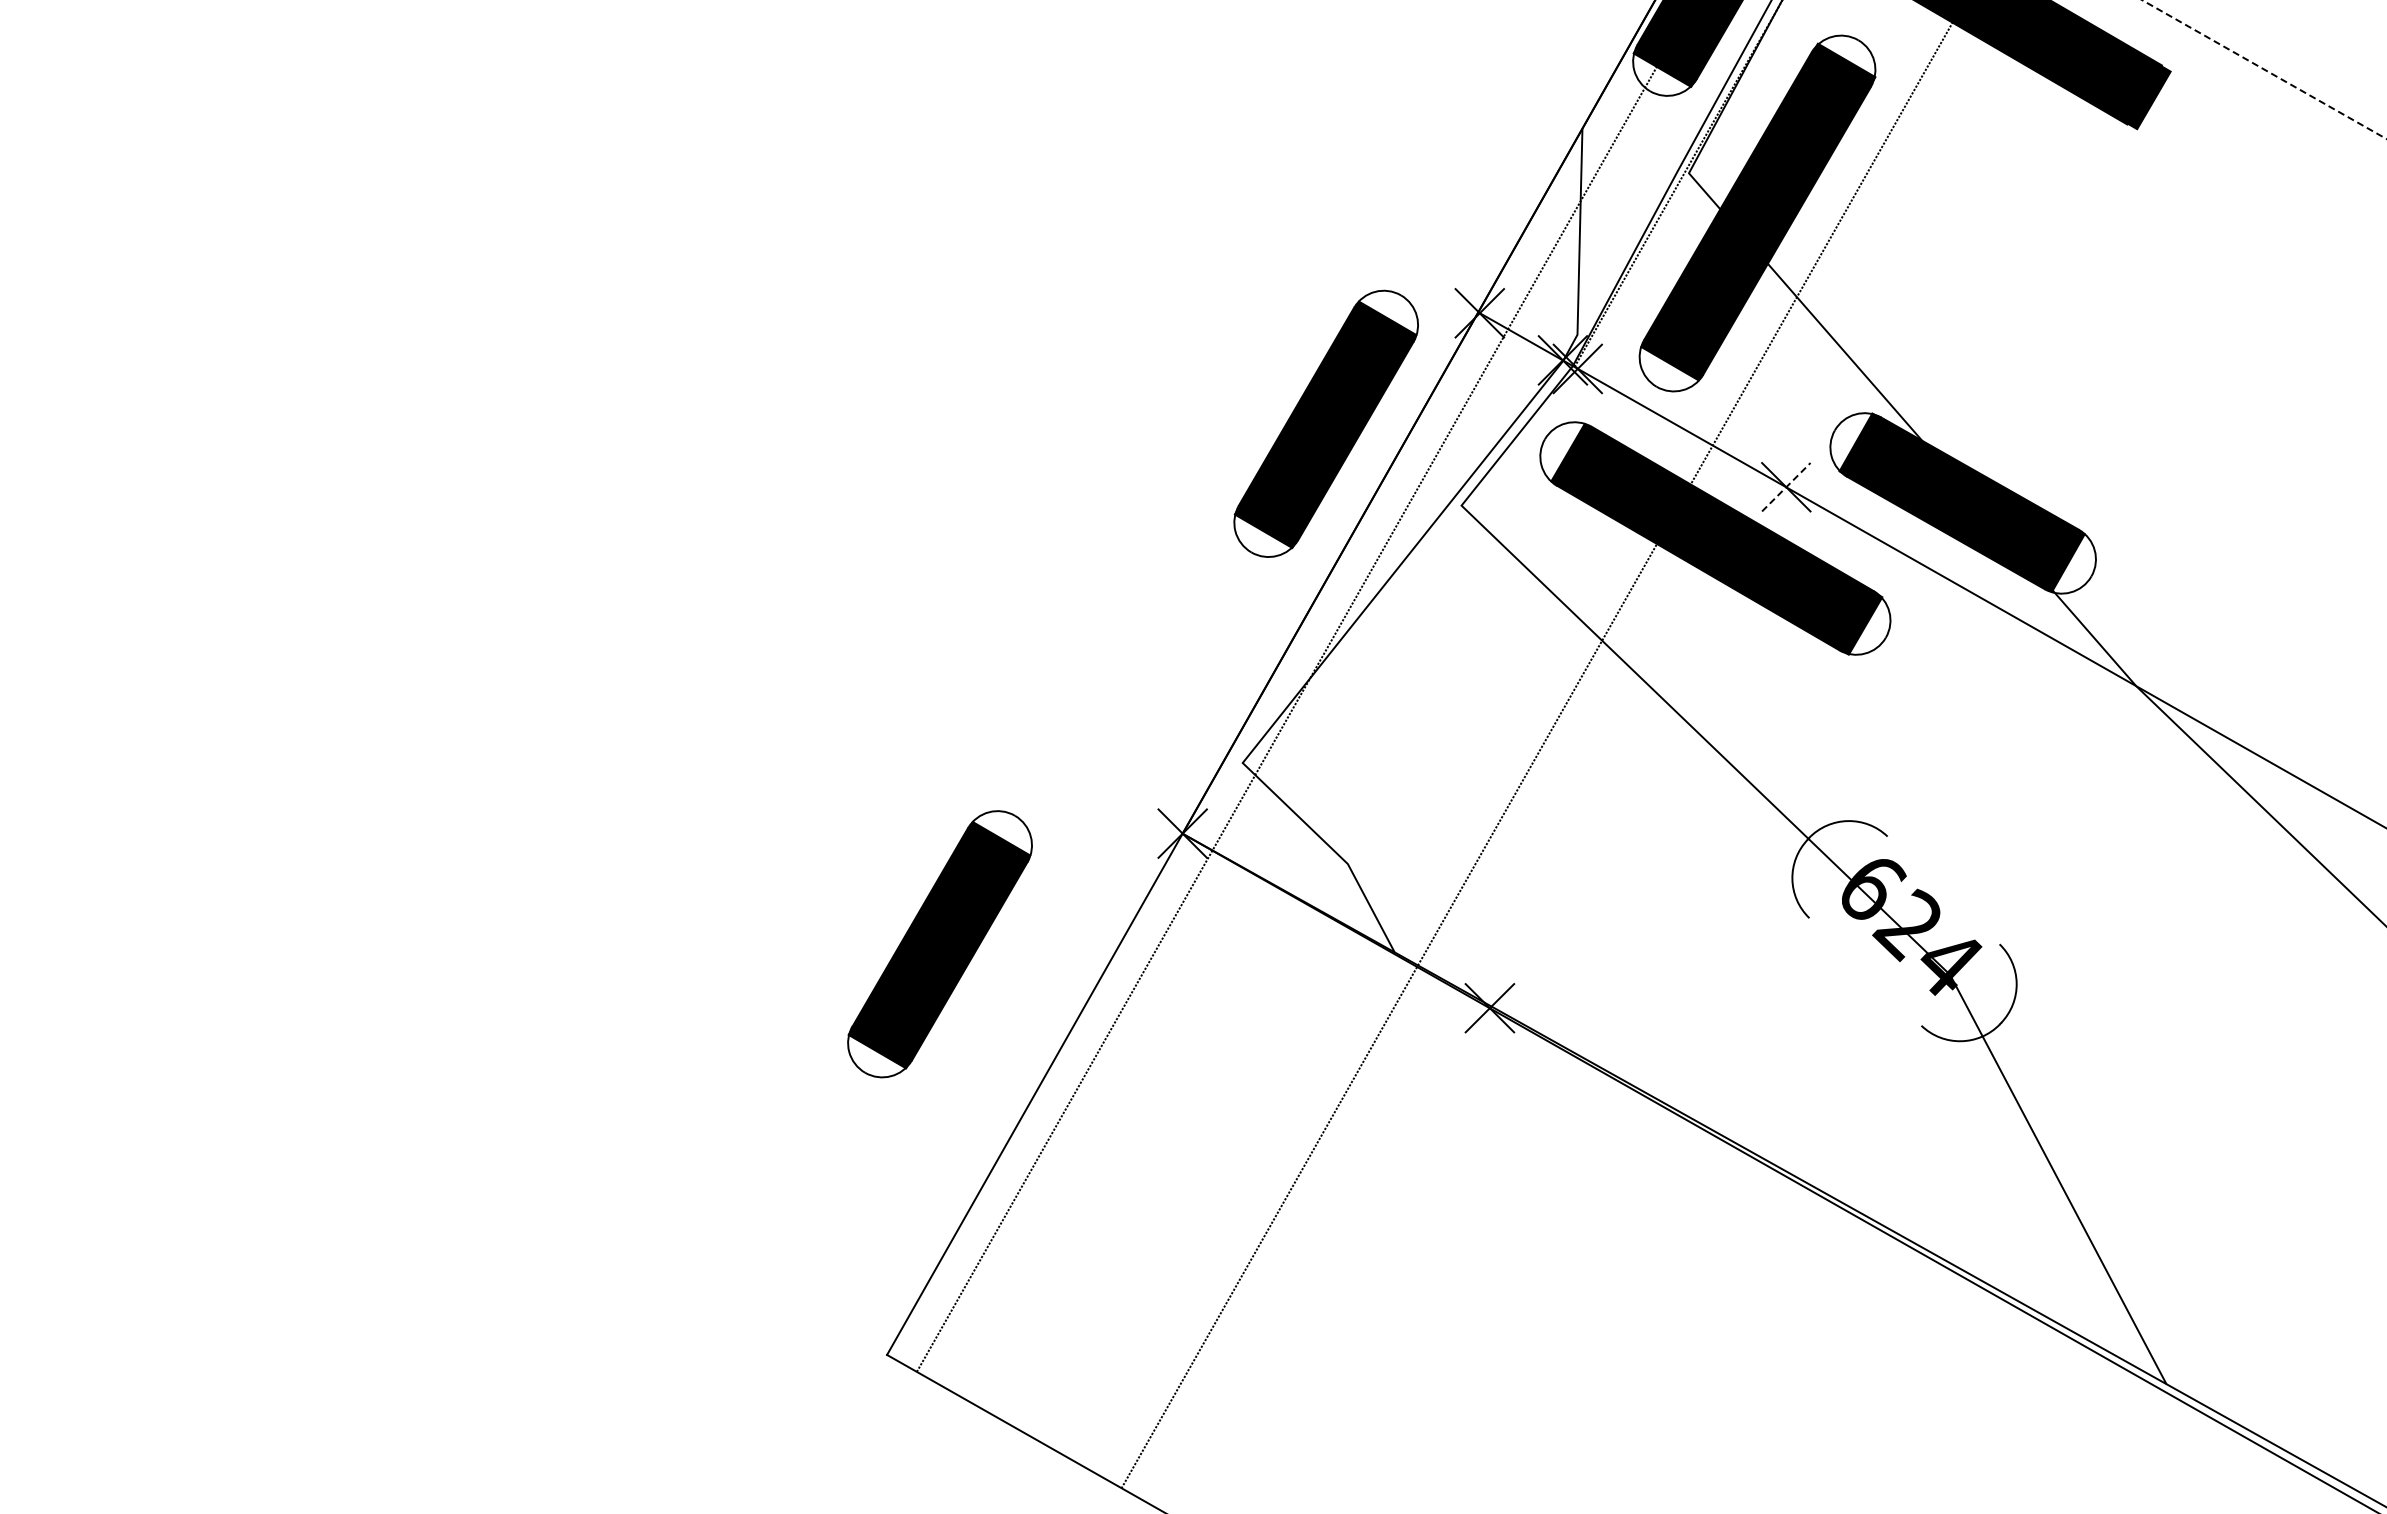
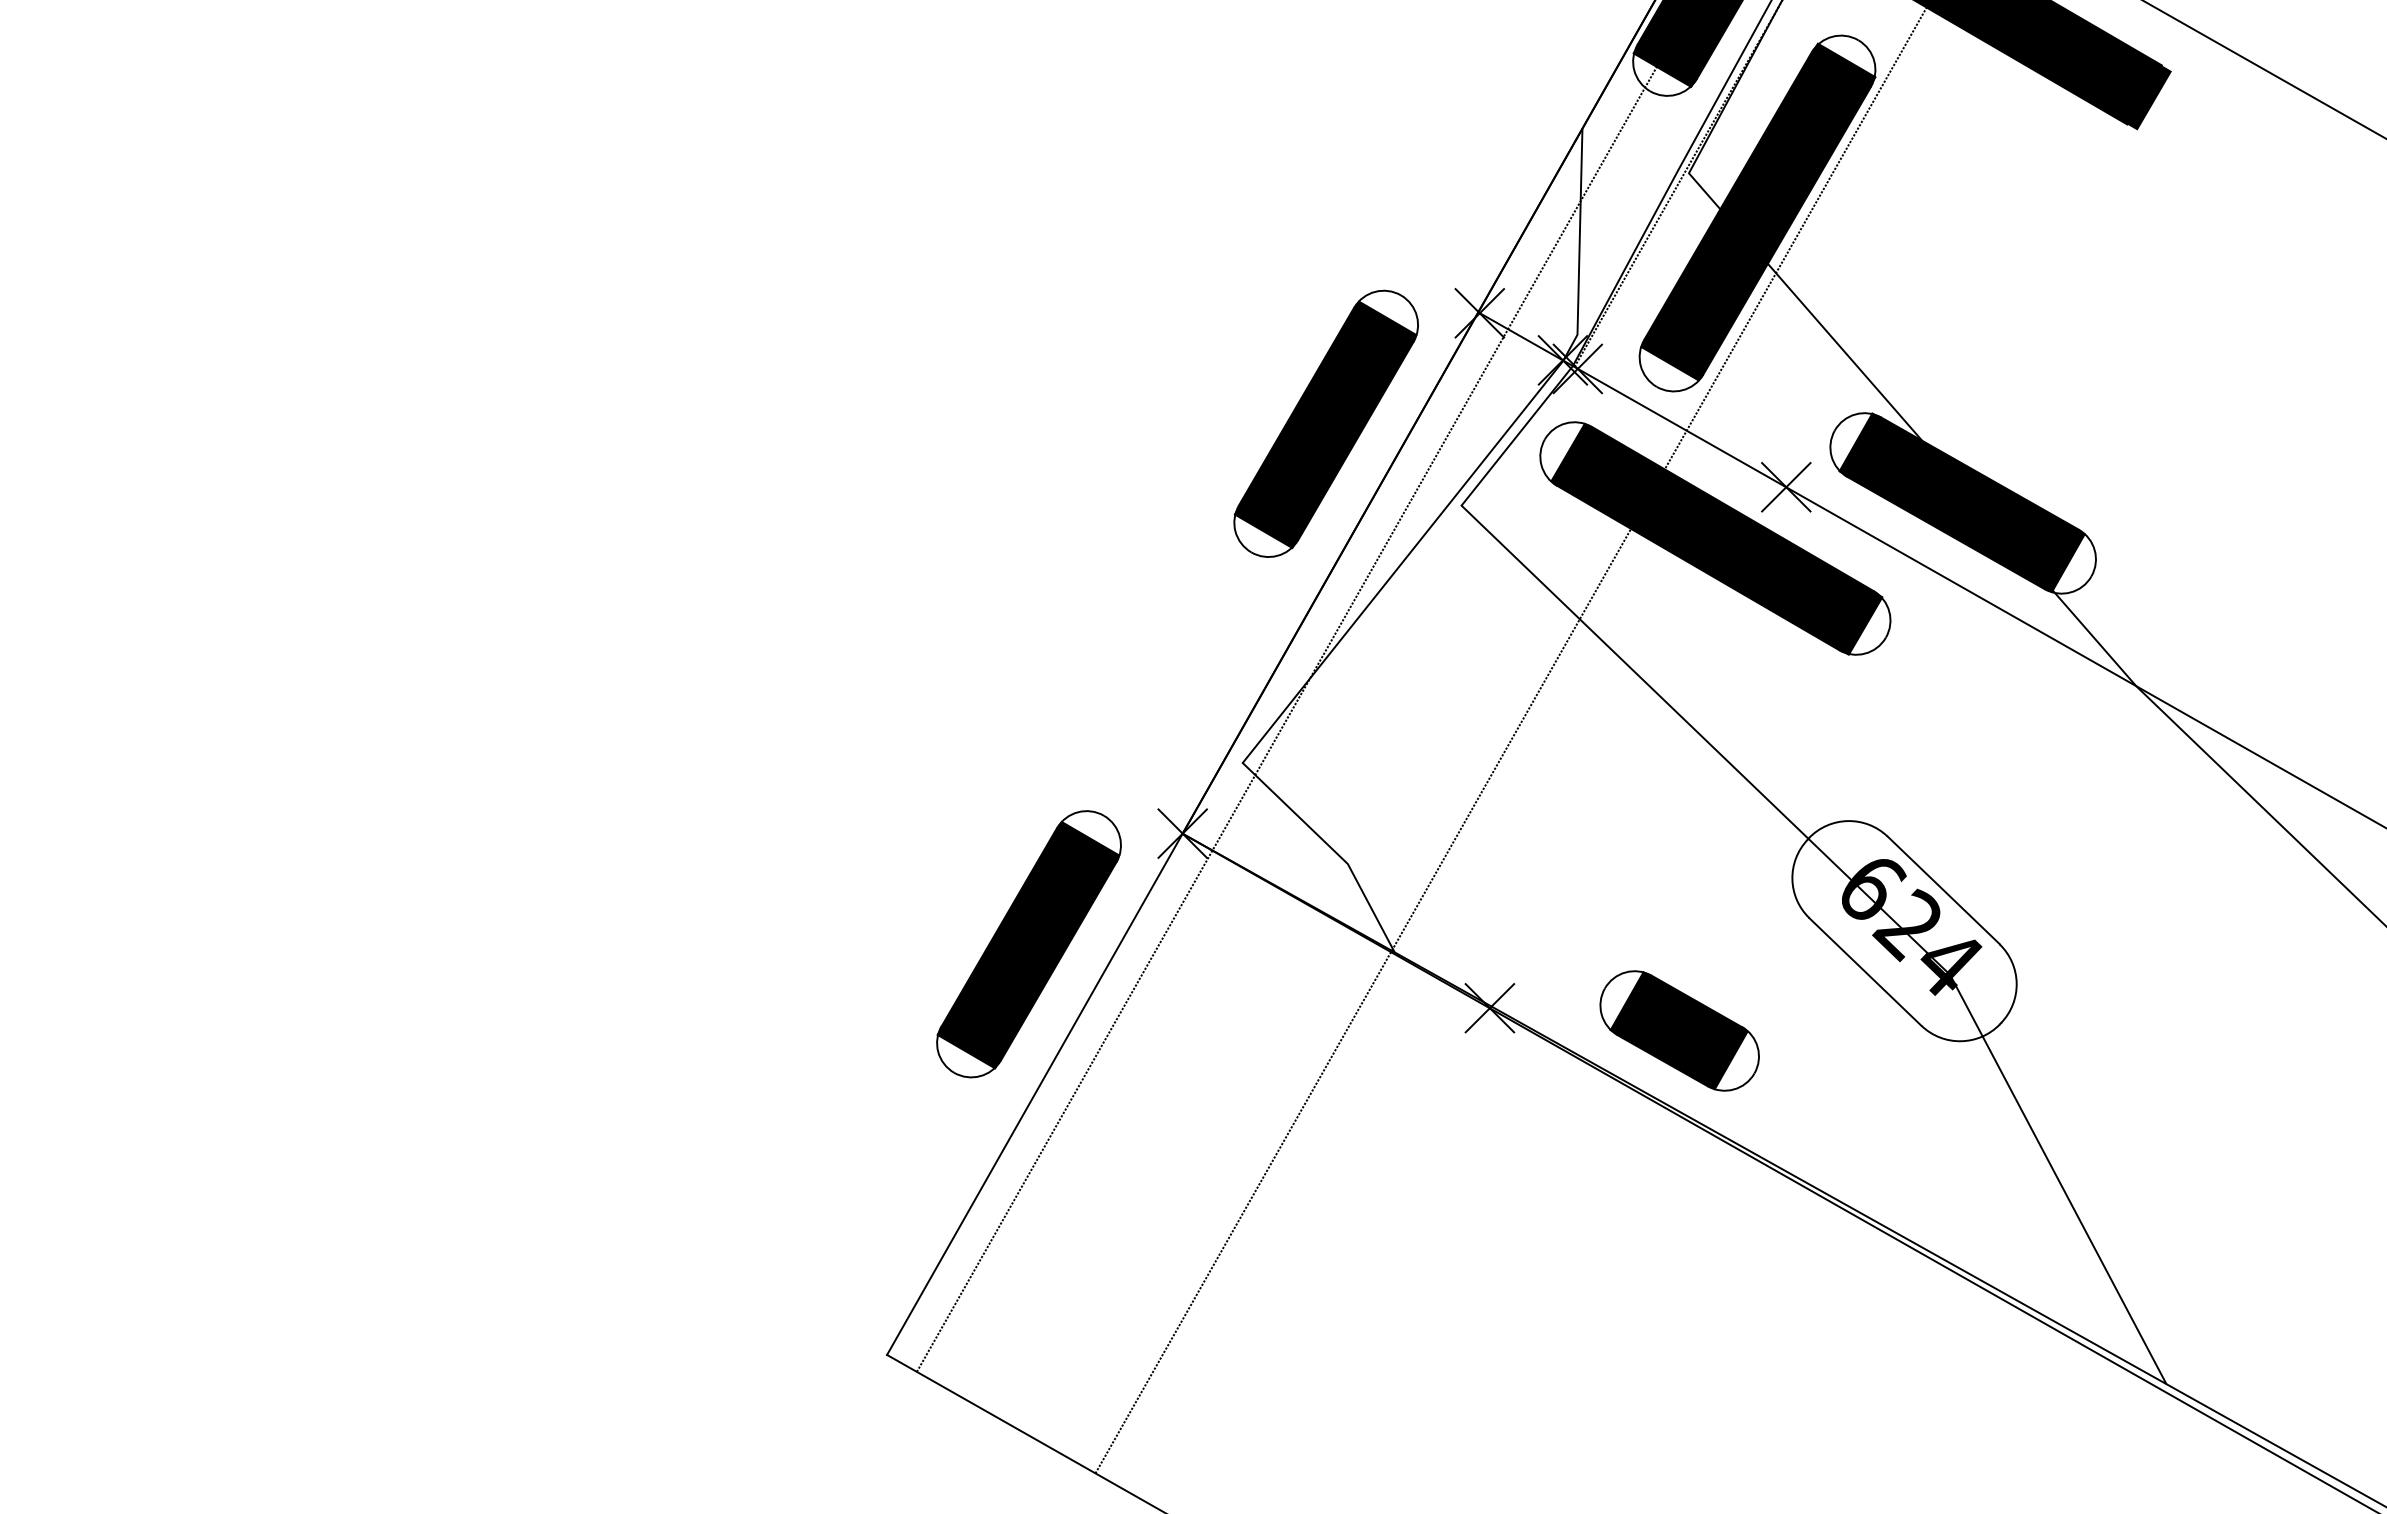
line at (2264, 69): dashed -> solid
line at (1786, 486): dashed -> solid
line at (1542, 745) position: (1542, 745) -> (1512, 737)
line at (1943, 890): none -> present
part at (939, 944) position: (939, 944) -> (1028, 944)
line at (1865, 971): none -> present
part at (1679, 1030): none -> present
